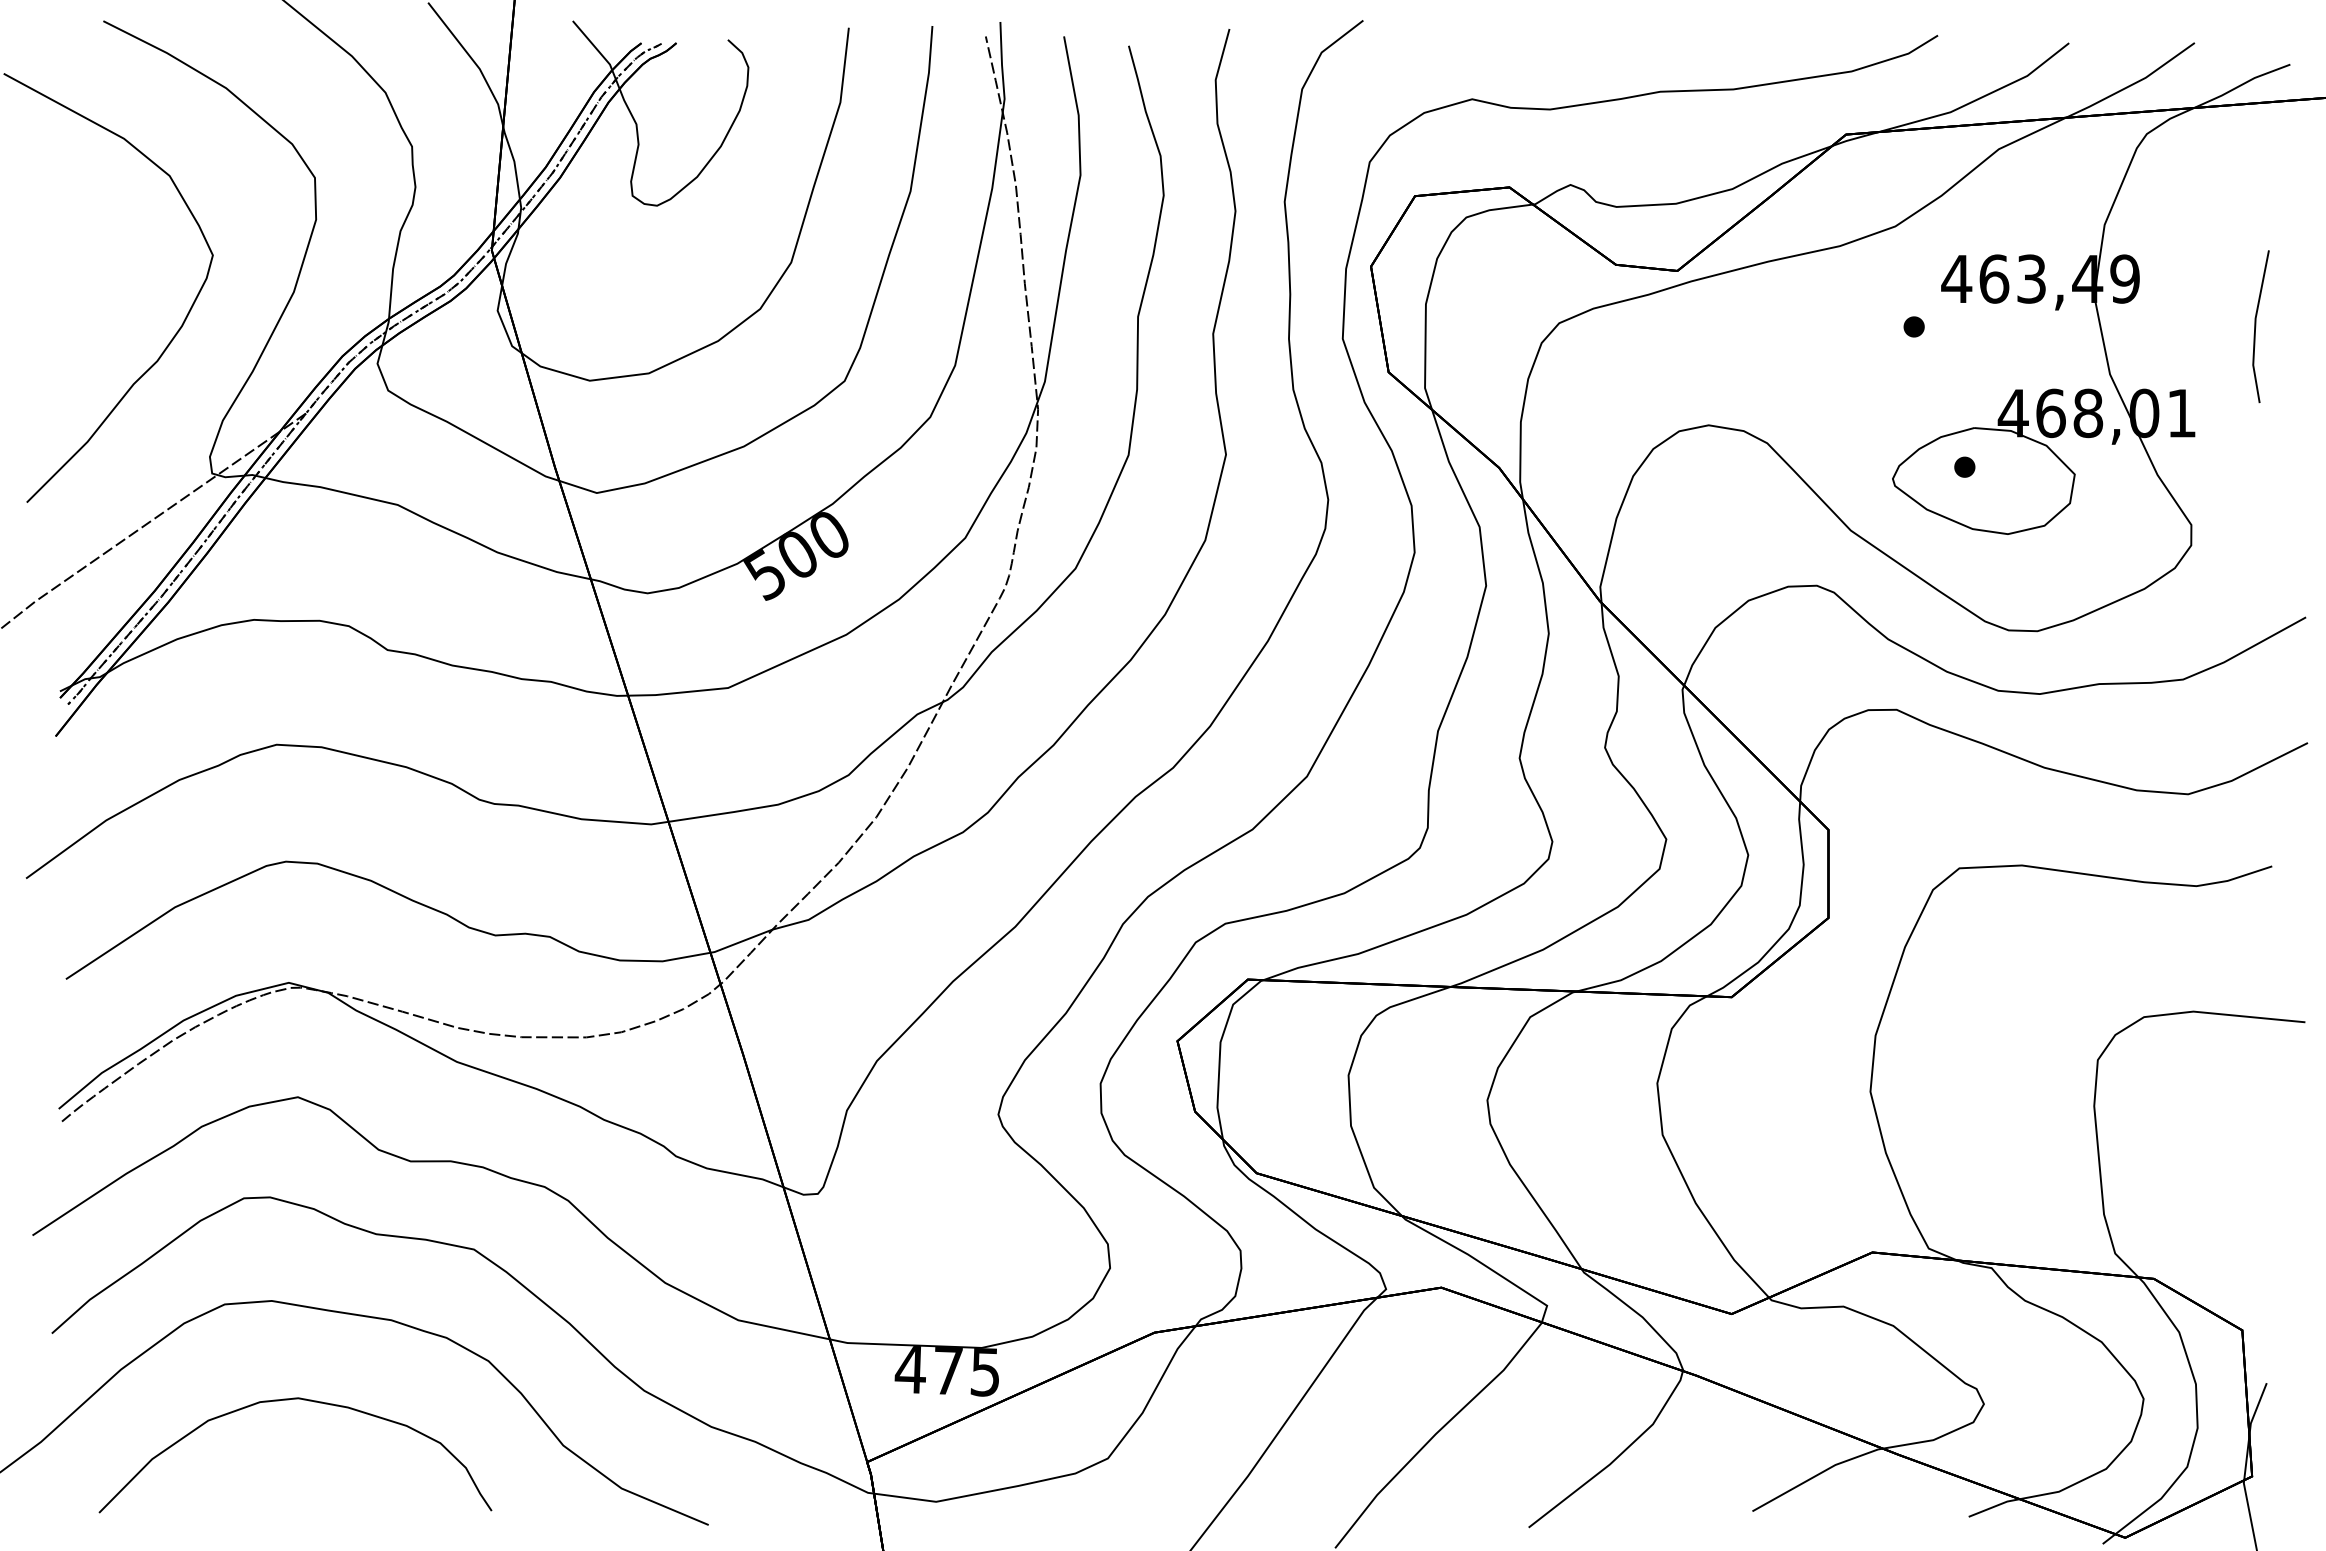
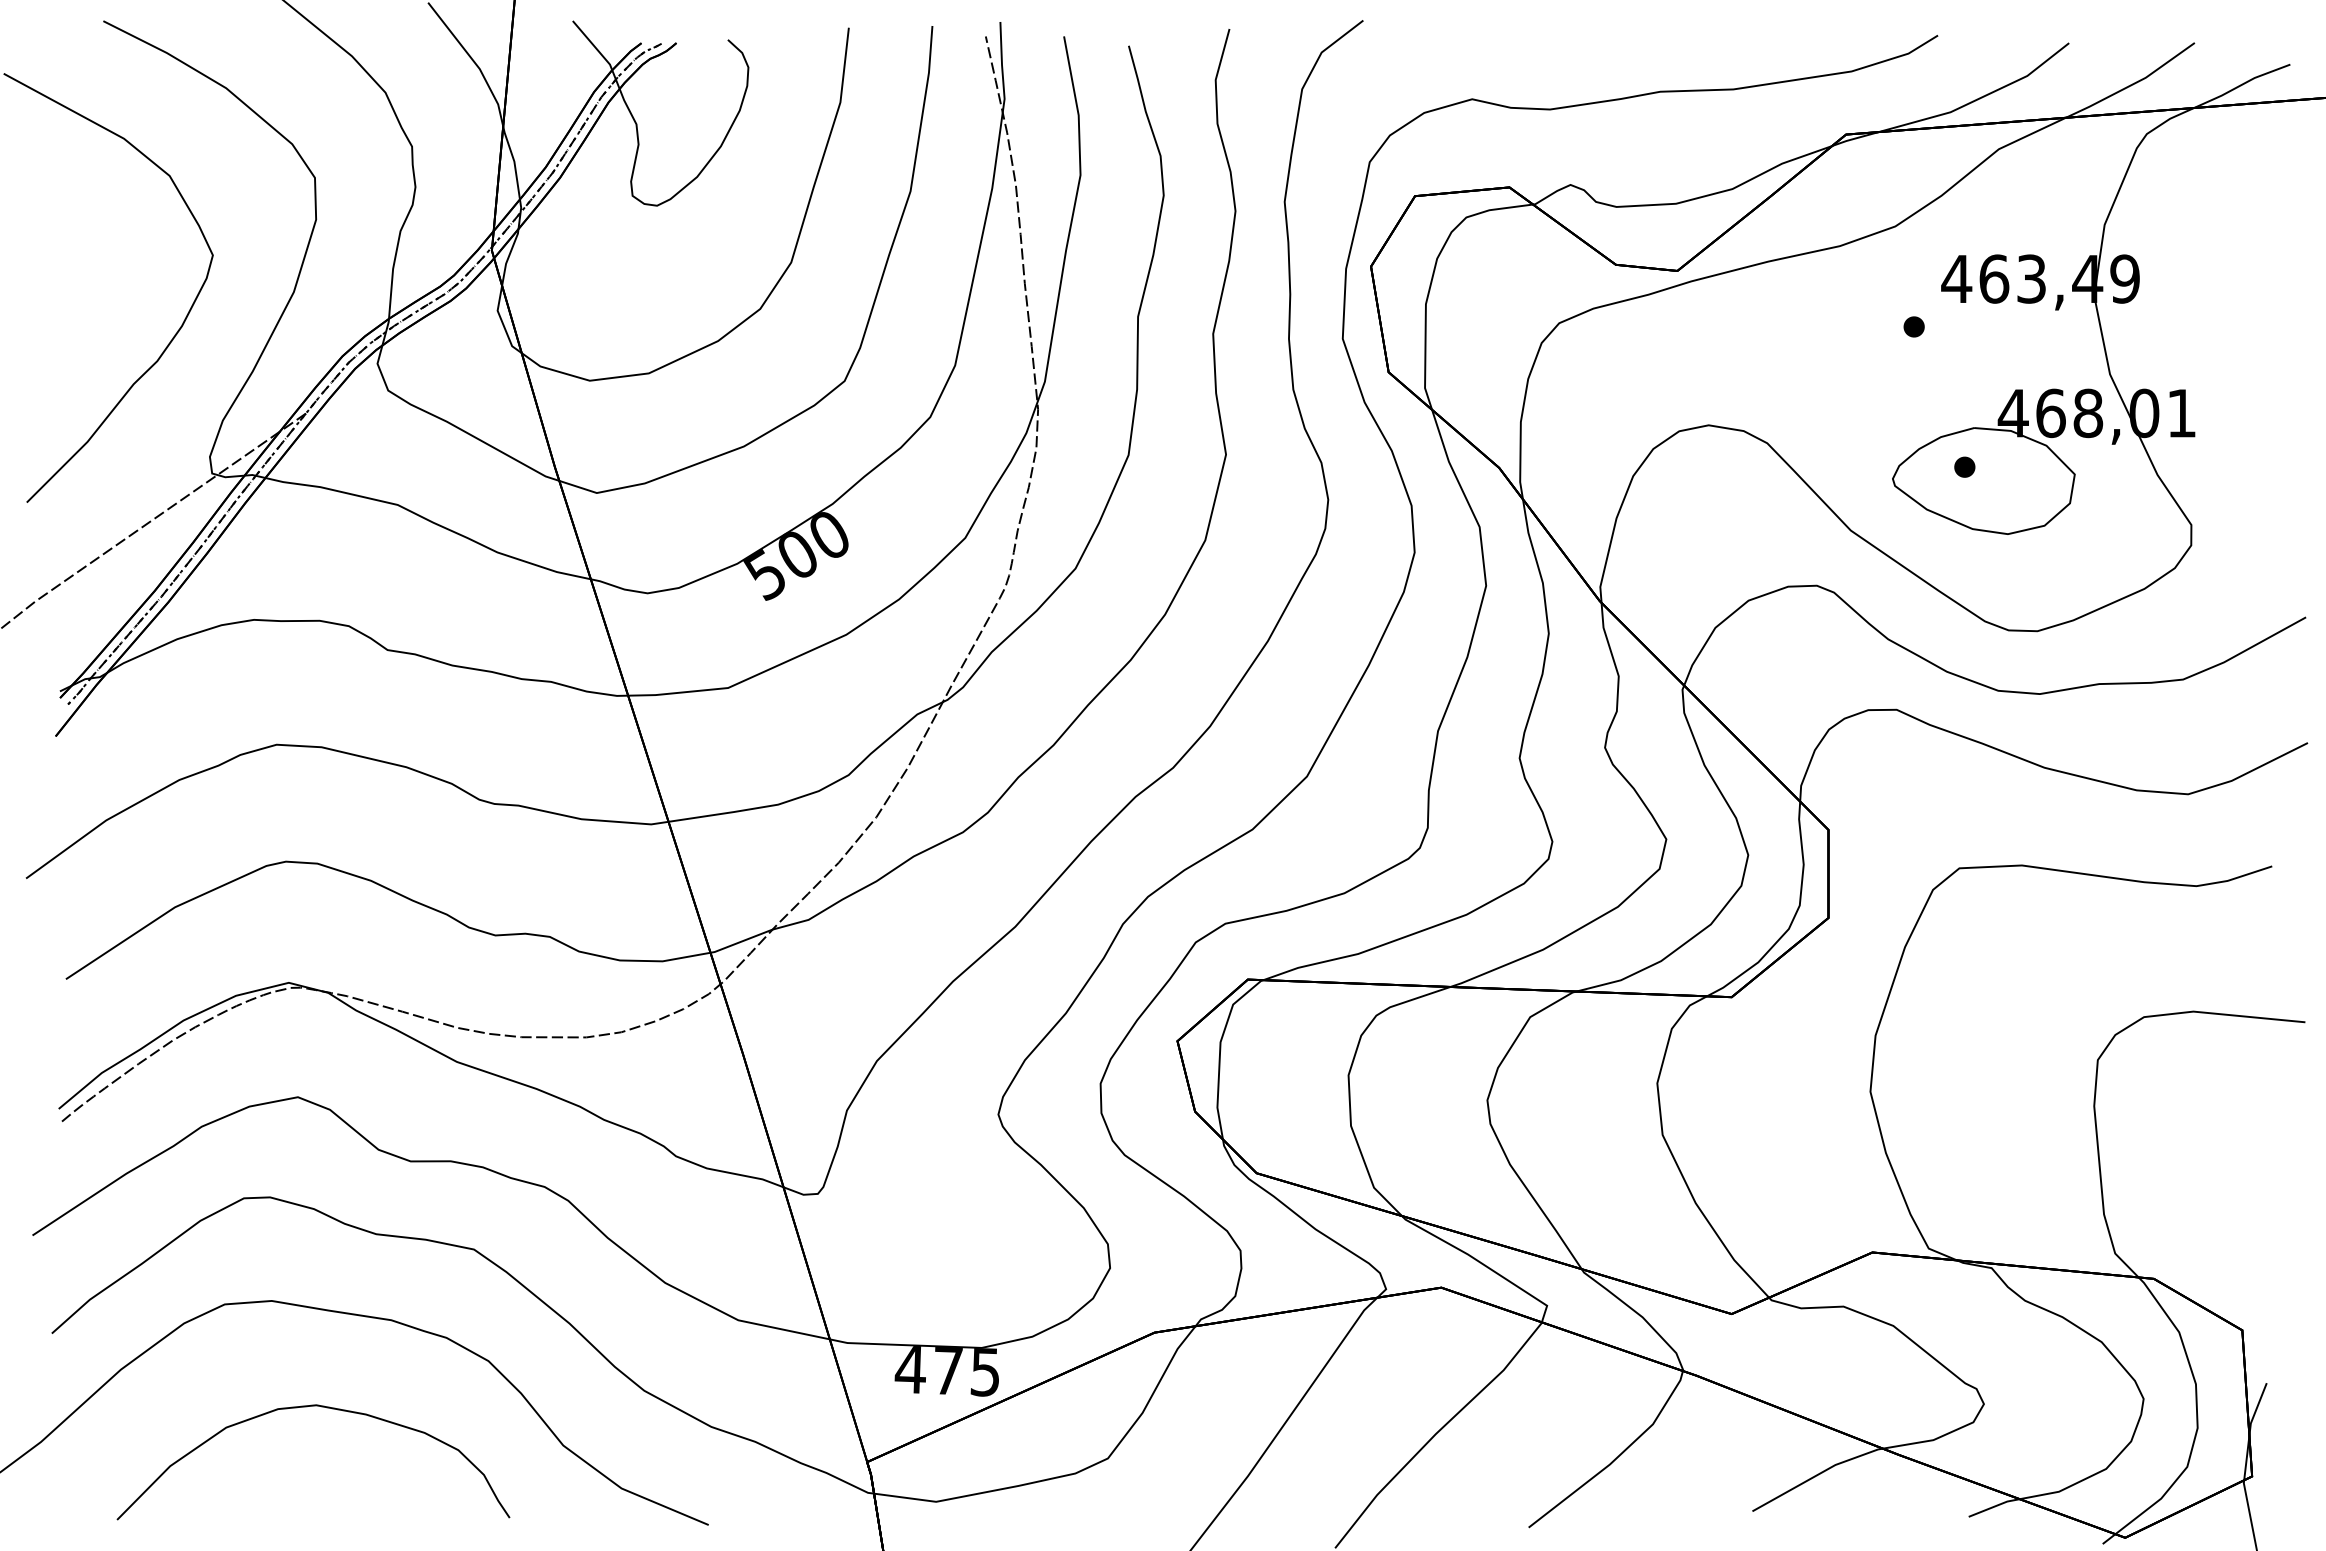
line at (2256, 326): present -> none
curve at (289, 1400) position: (289, 1400) -> (307, 1407)
